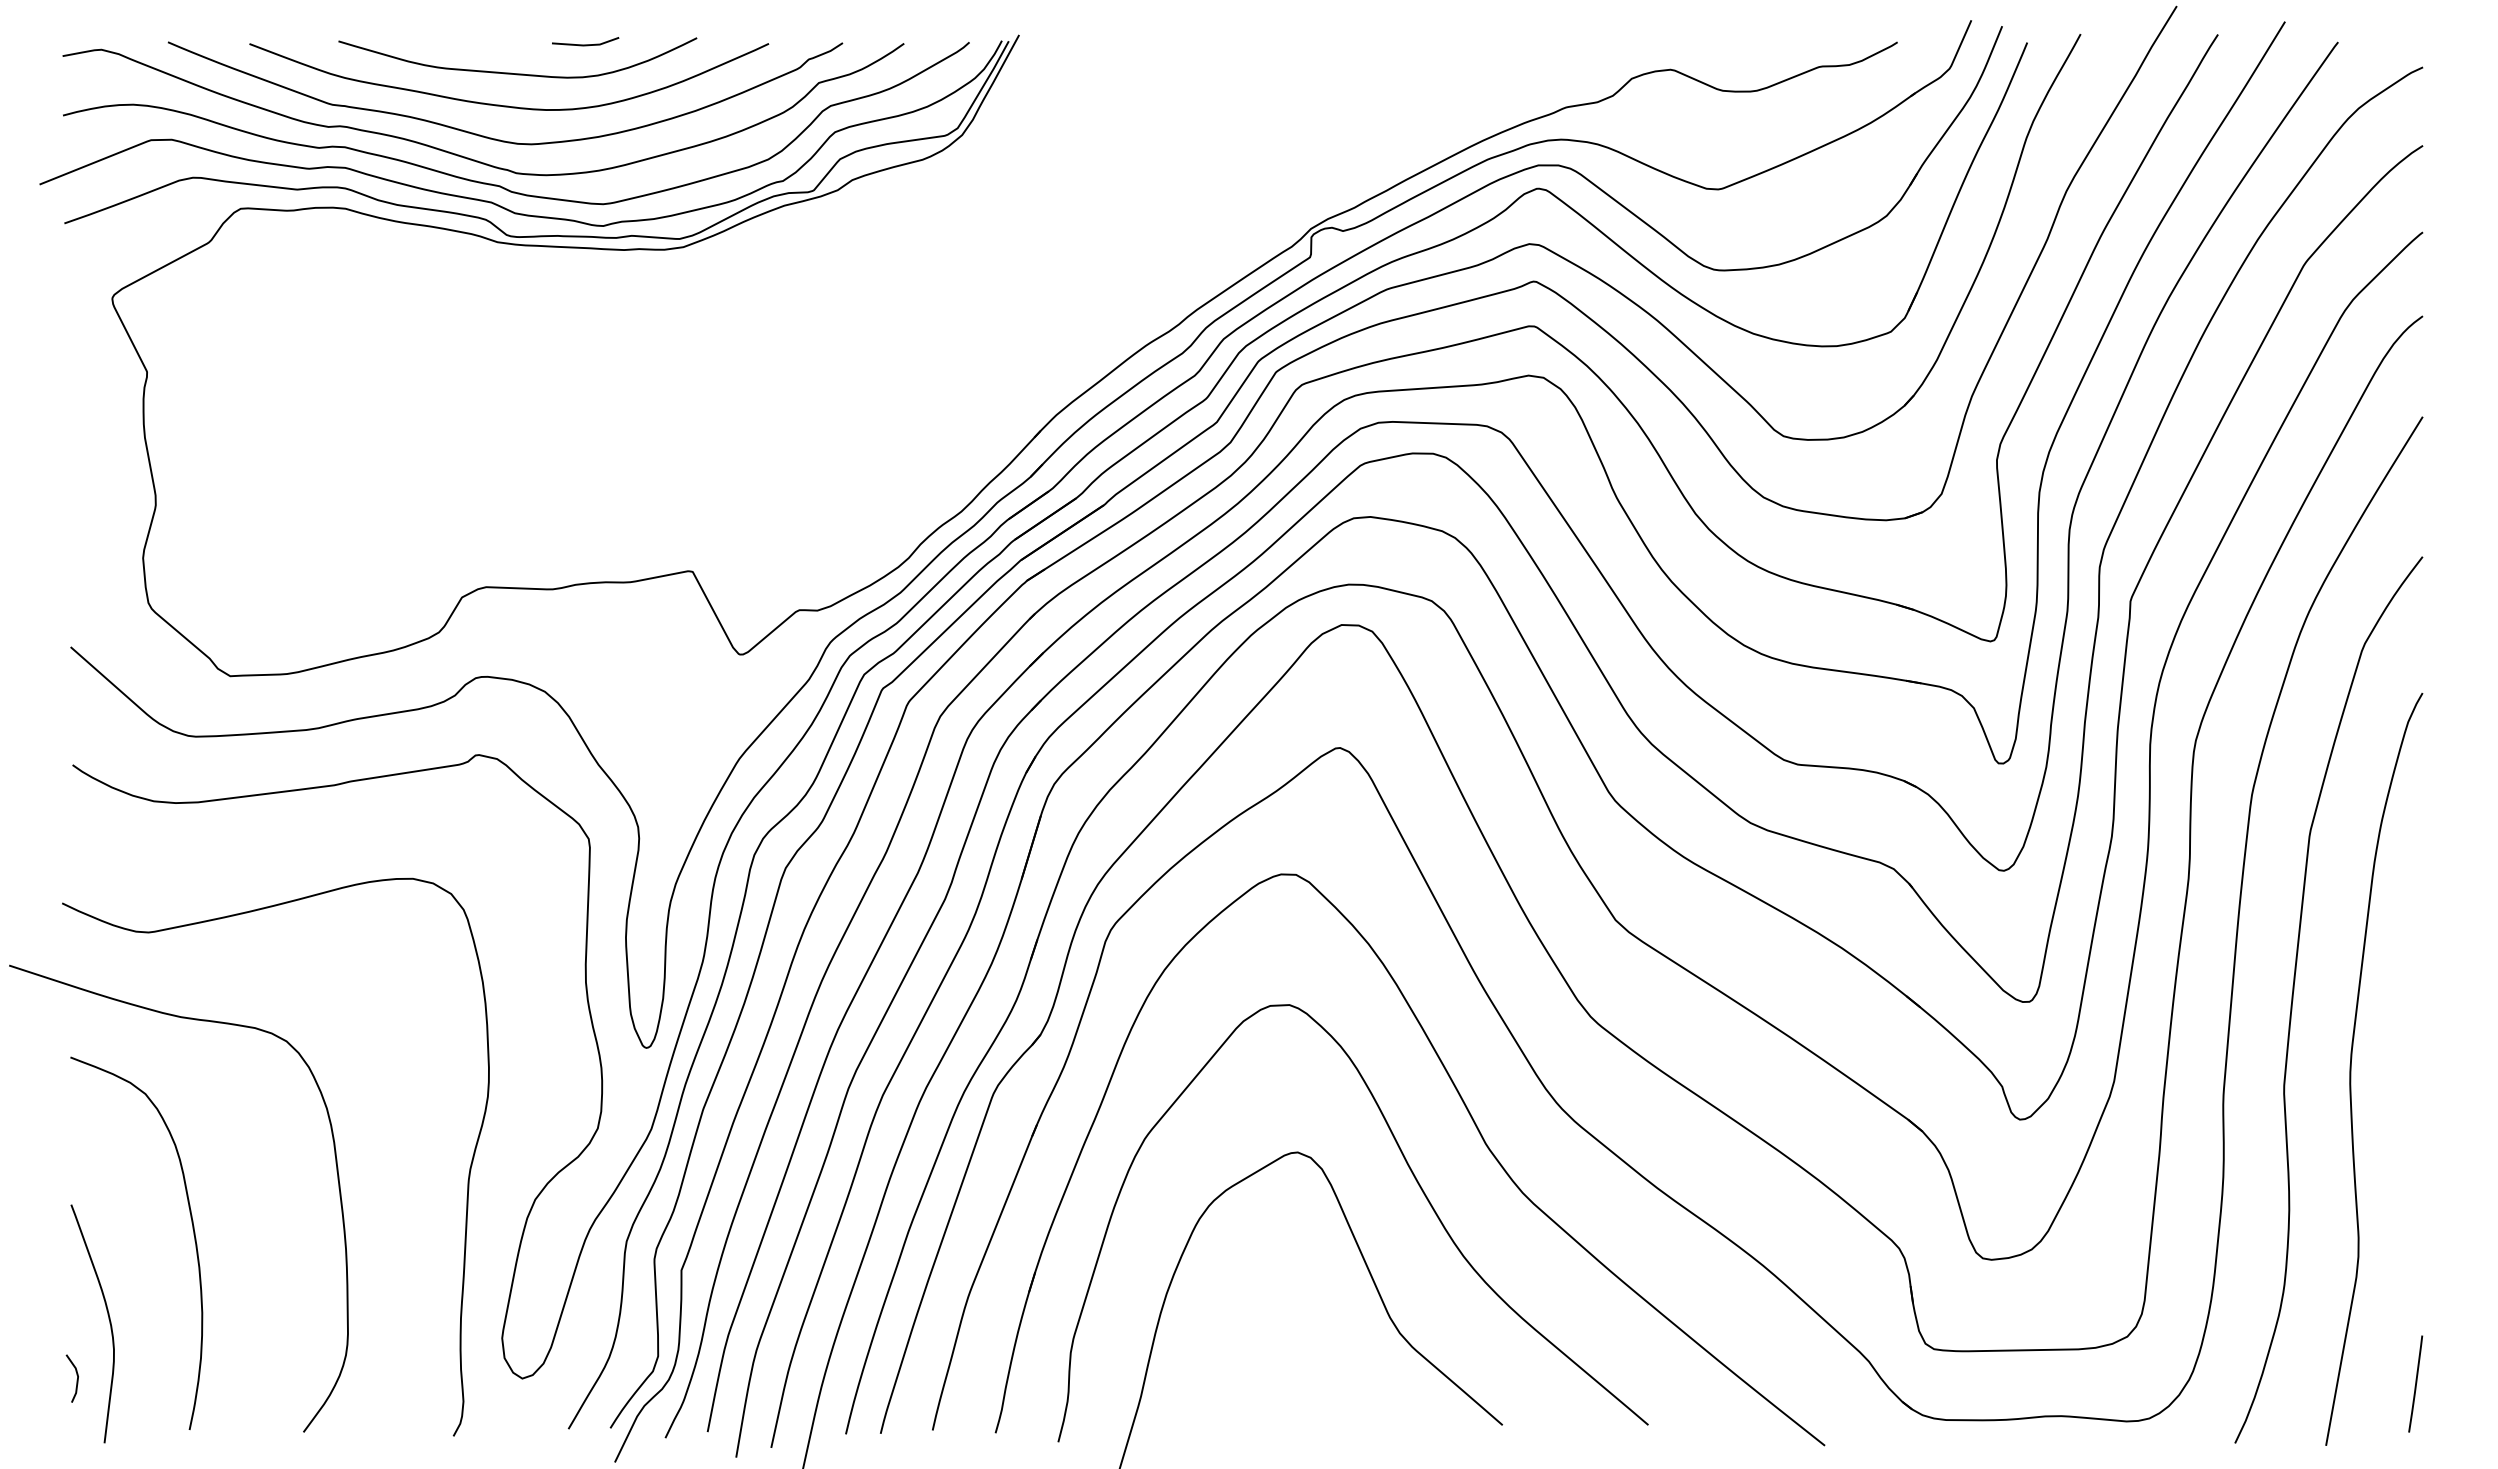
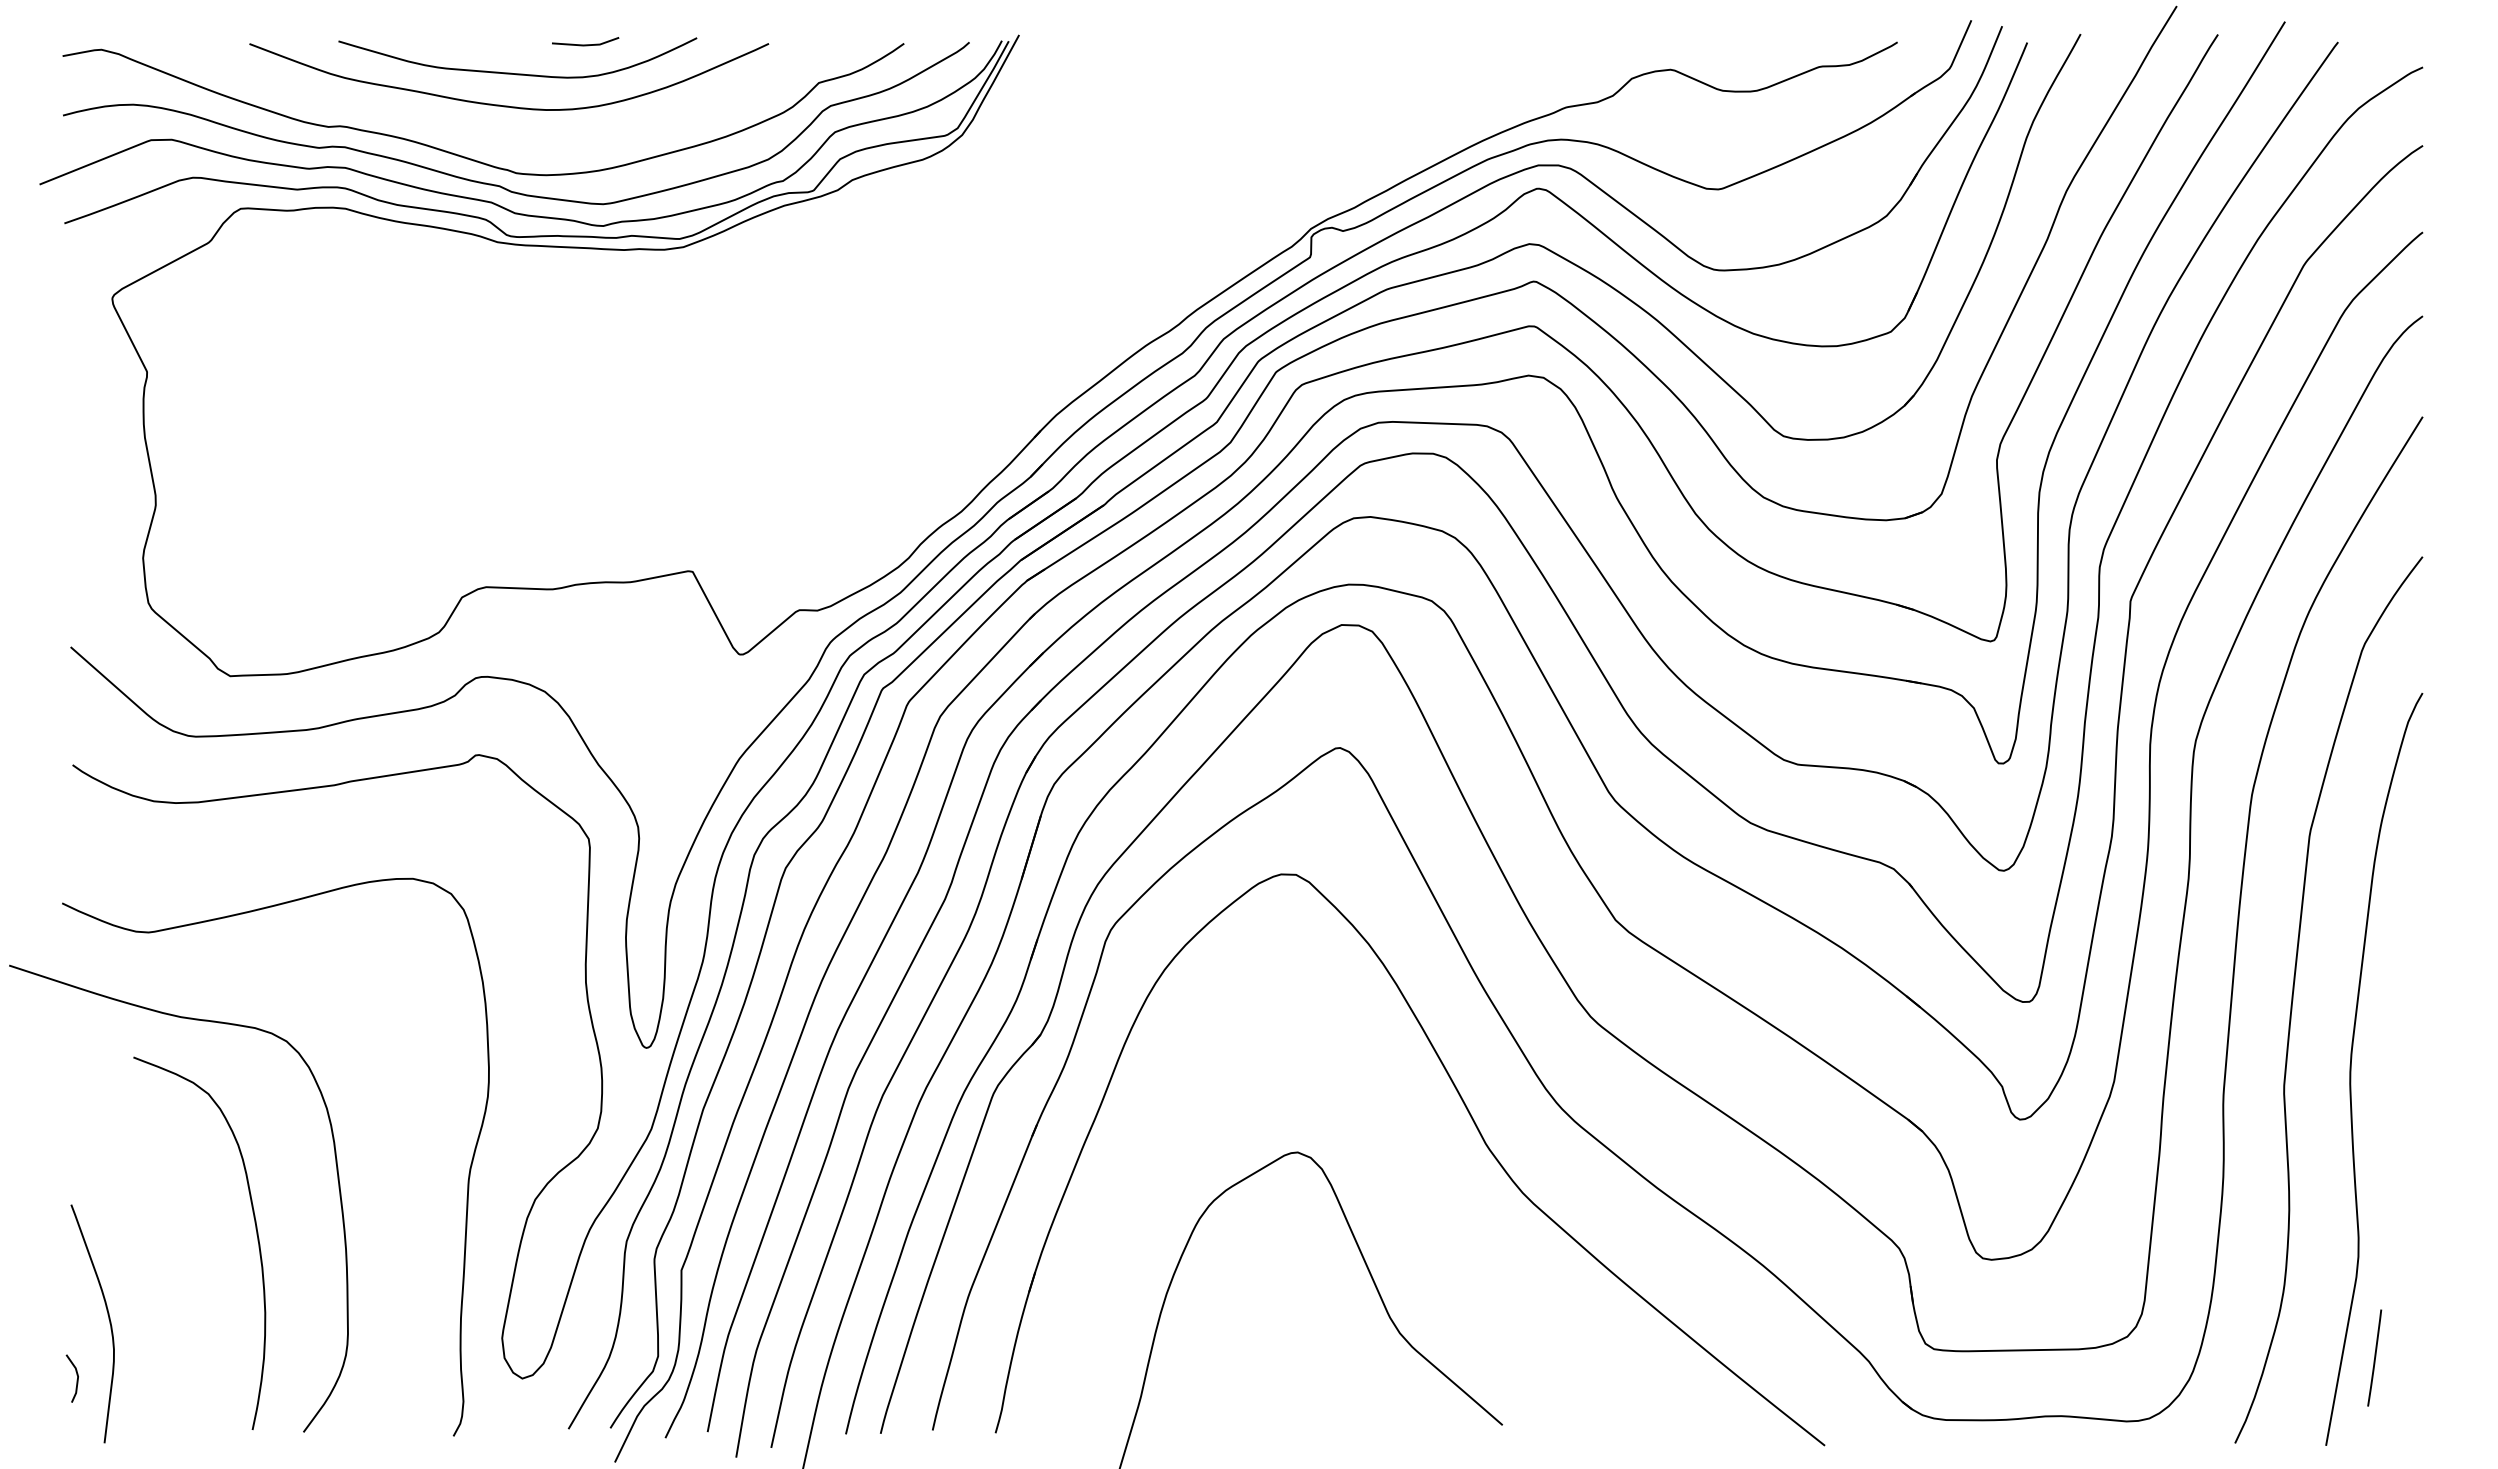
curve at (495, 138): present -> none
curve at (1416, 1182): present -> none
curve at (193, 1235) position: (193, 1235) -> (256, 1235)
line at (2415, 1383) position: (2415, 1383) -> (2374, 1357)
